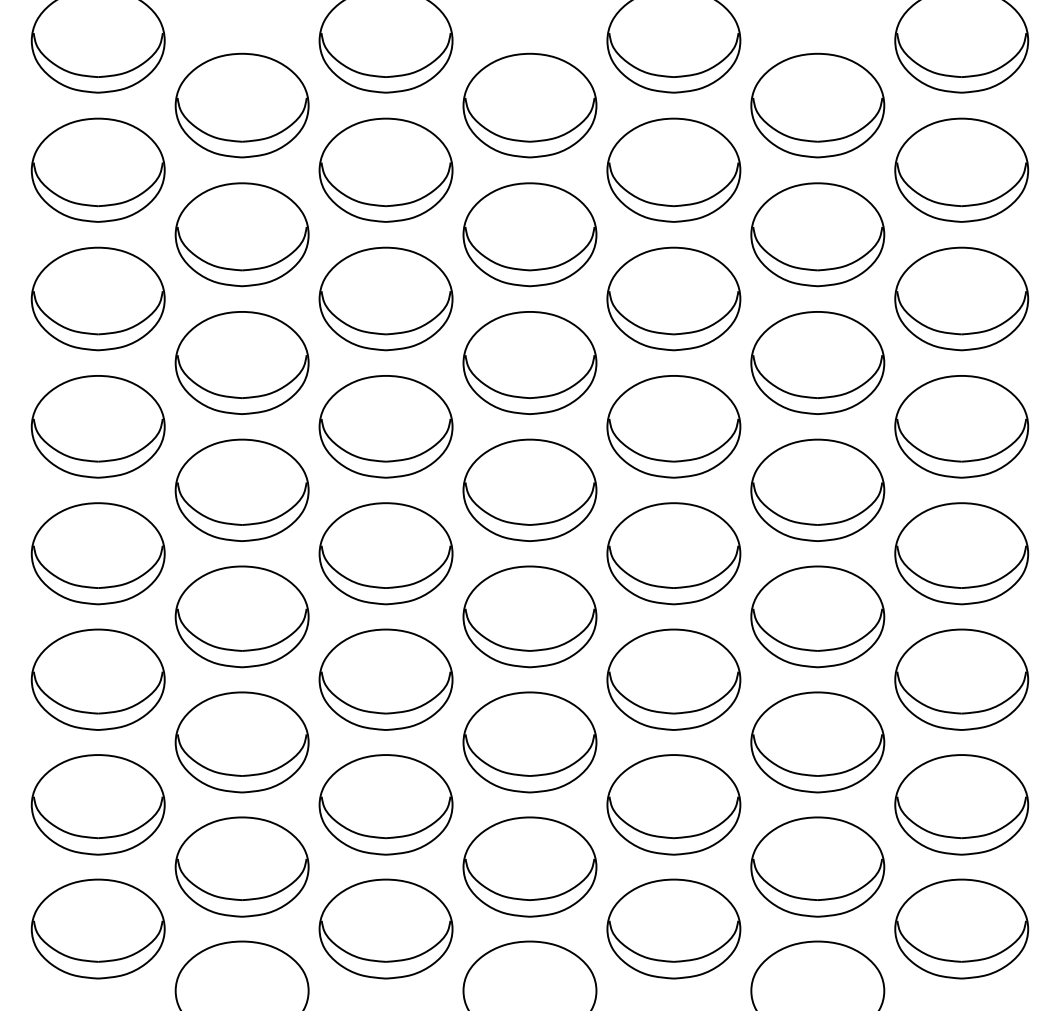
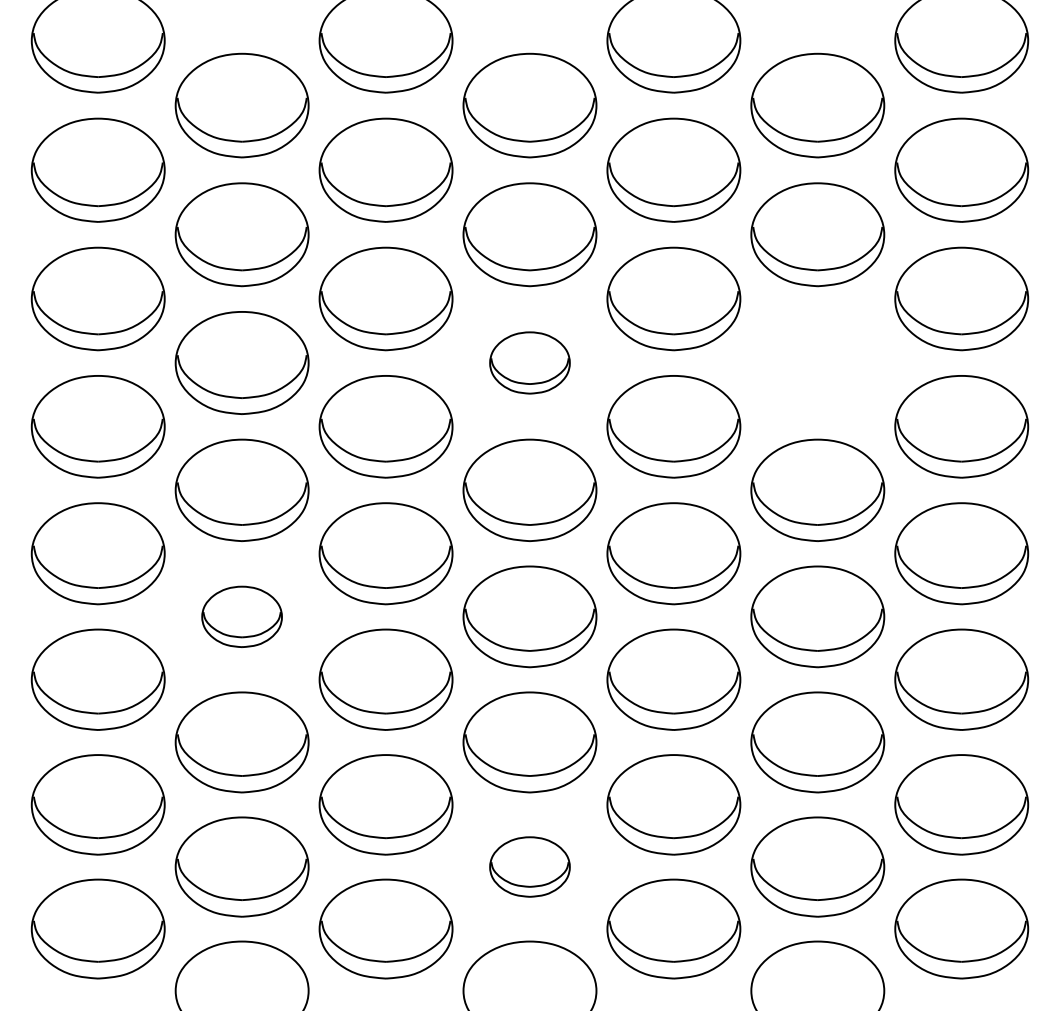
part at (529, 362) size: 136x104 px -> 82x64 px
part at (817, 362): present -> none
part at (241, 616) size: 136x104 px -> 82x63 px
part at (529, 866) size: 136x102 px -> 82x62 px
